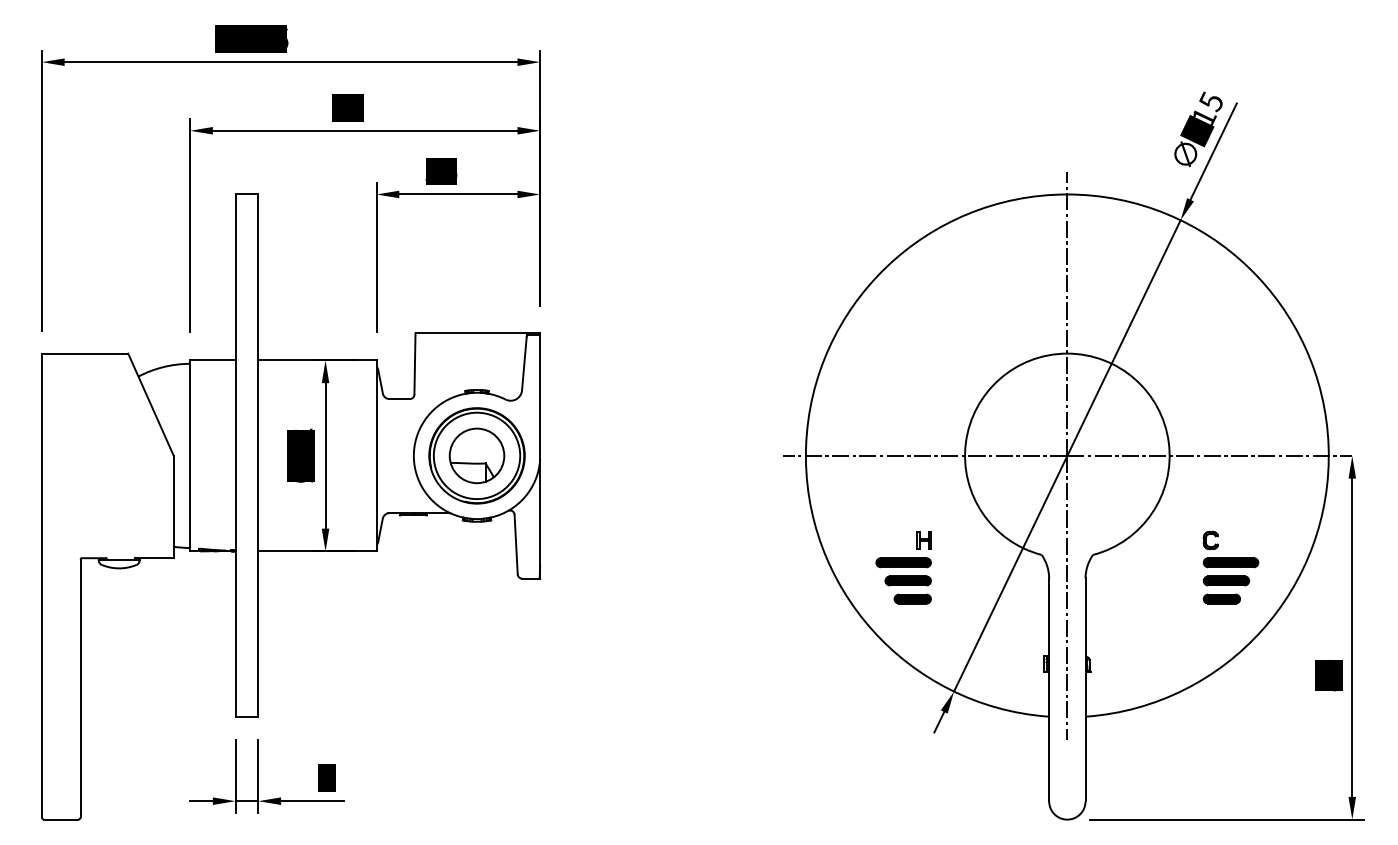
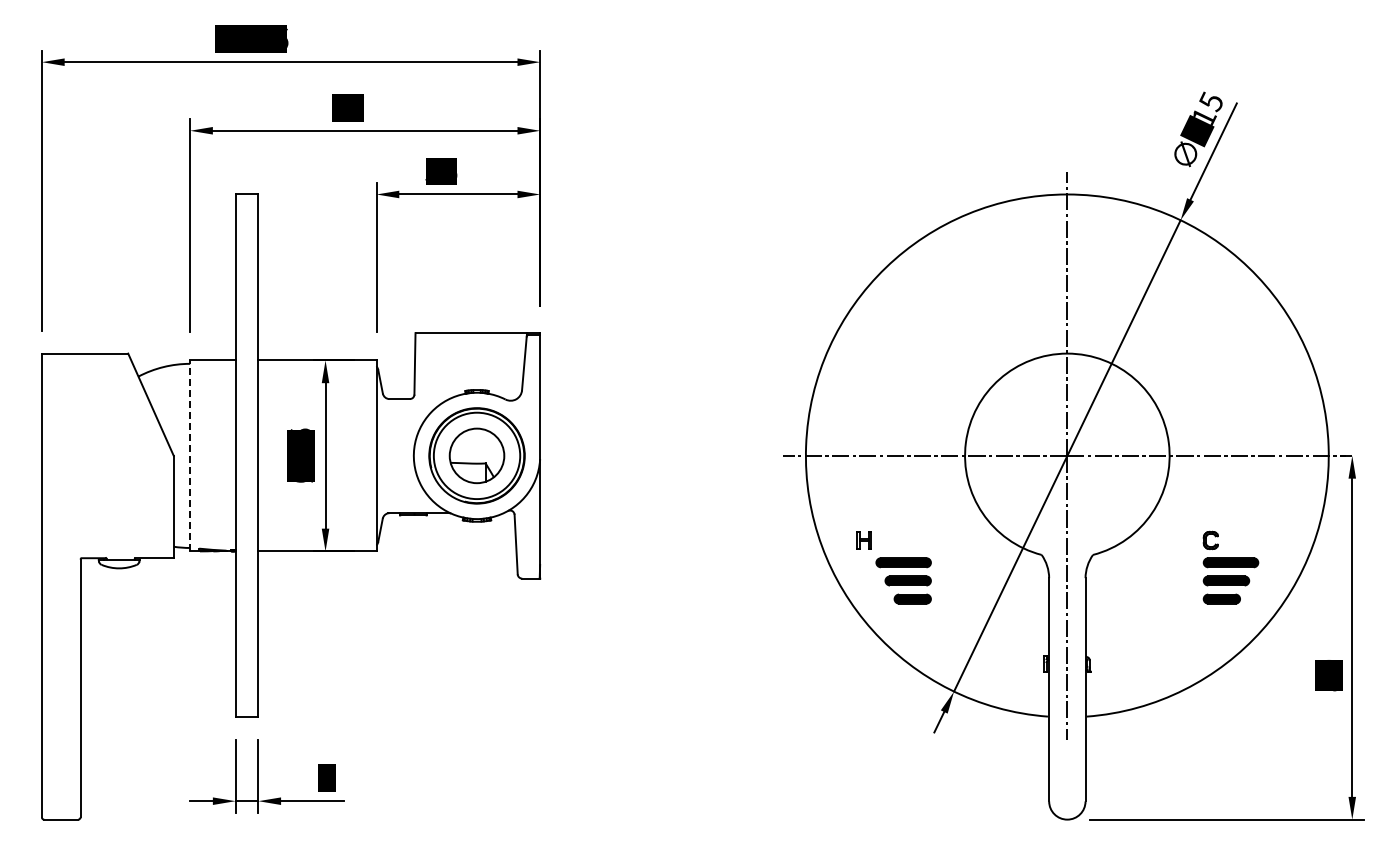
text at (301, 428): Ø42 -> Ø56
line at (190, 455): solid -> dashed
part at (923, 540) position: (923, 540) -> (863, 540)
